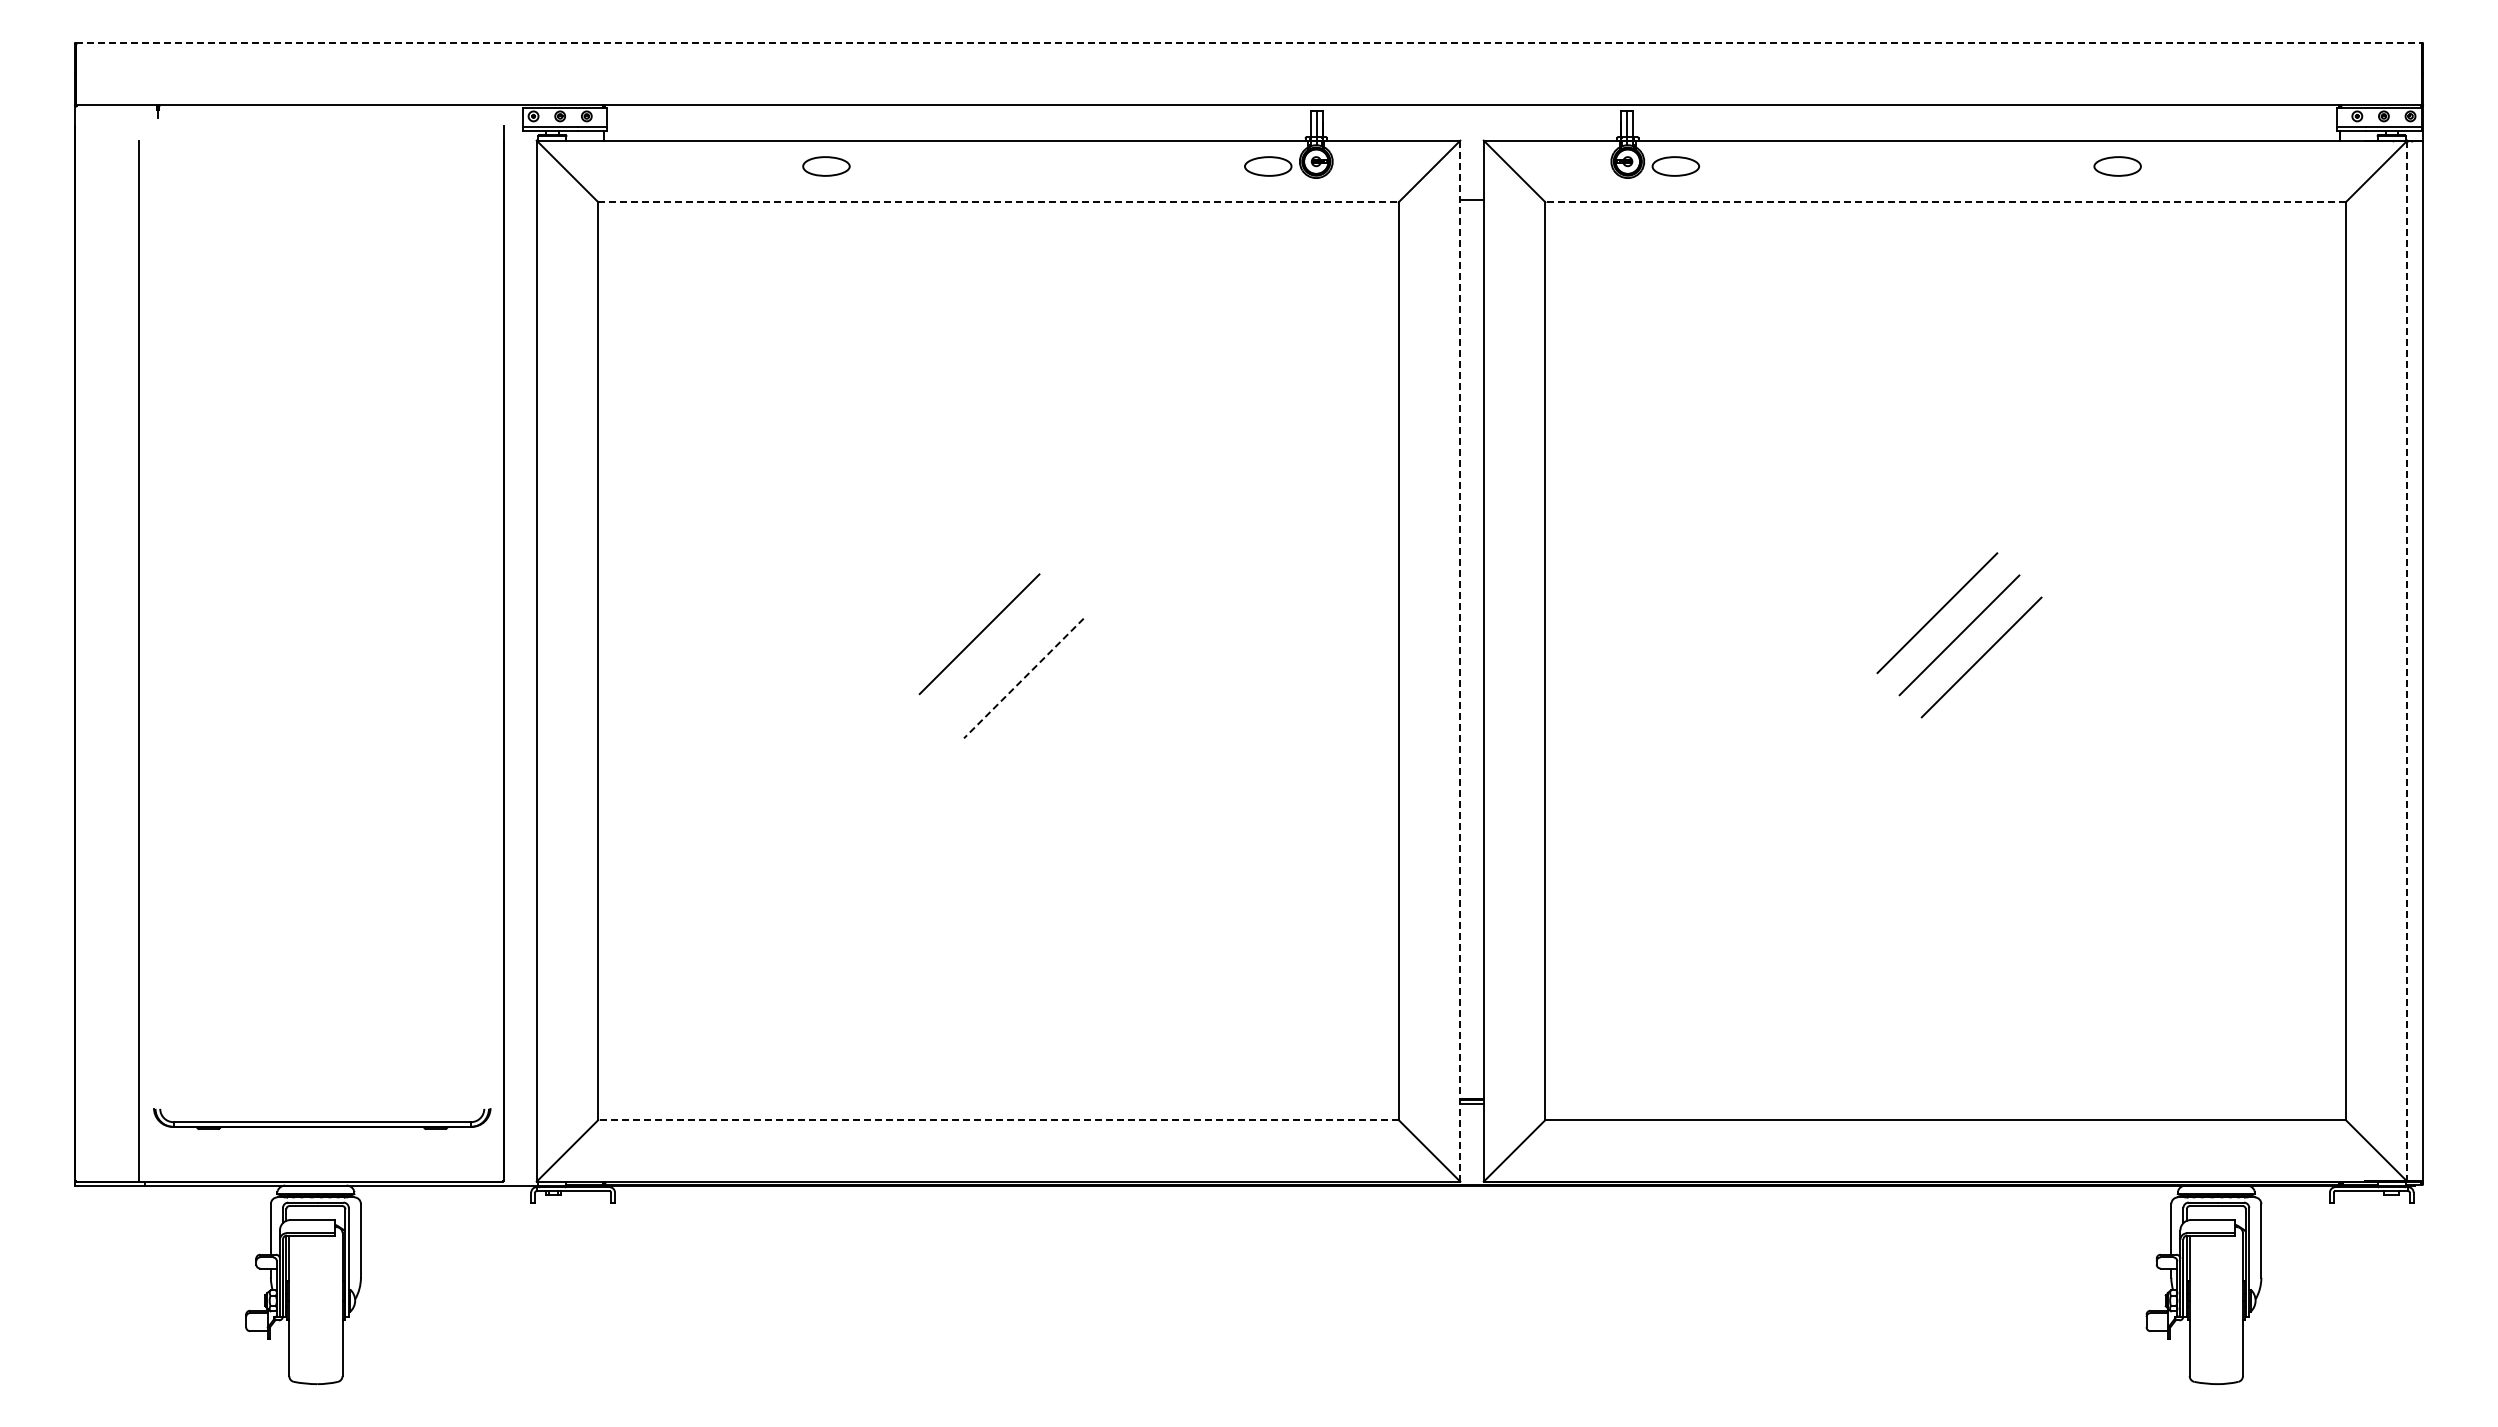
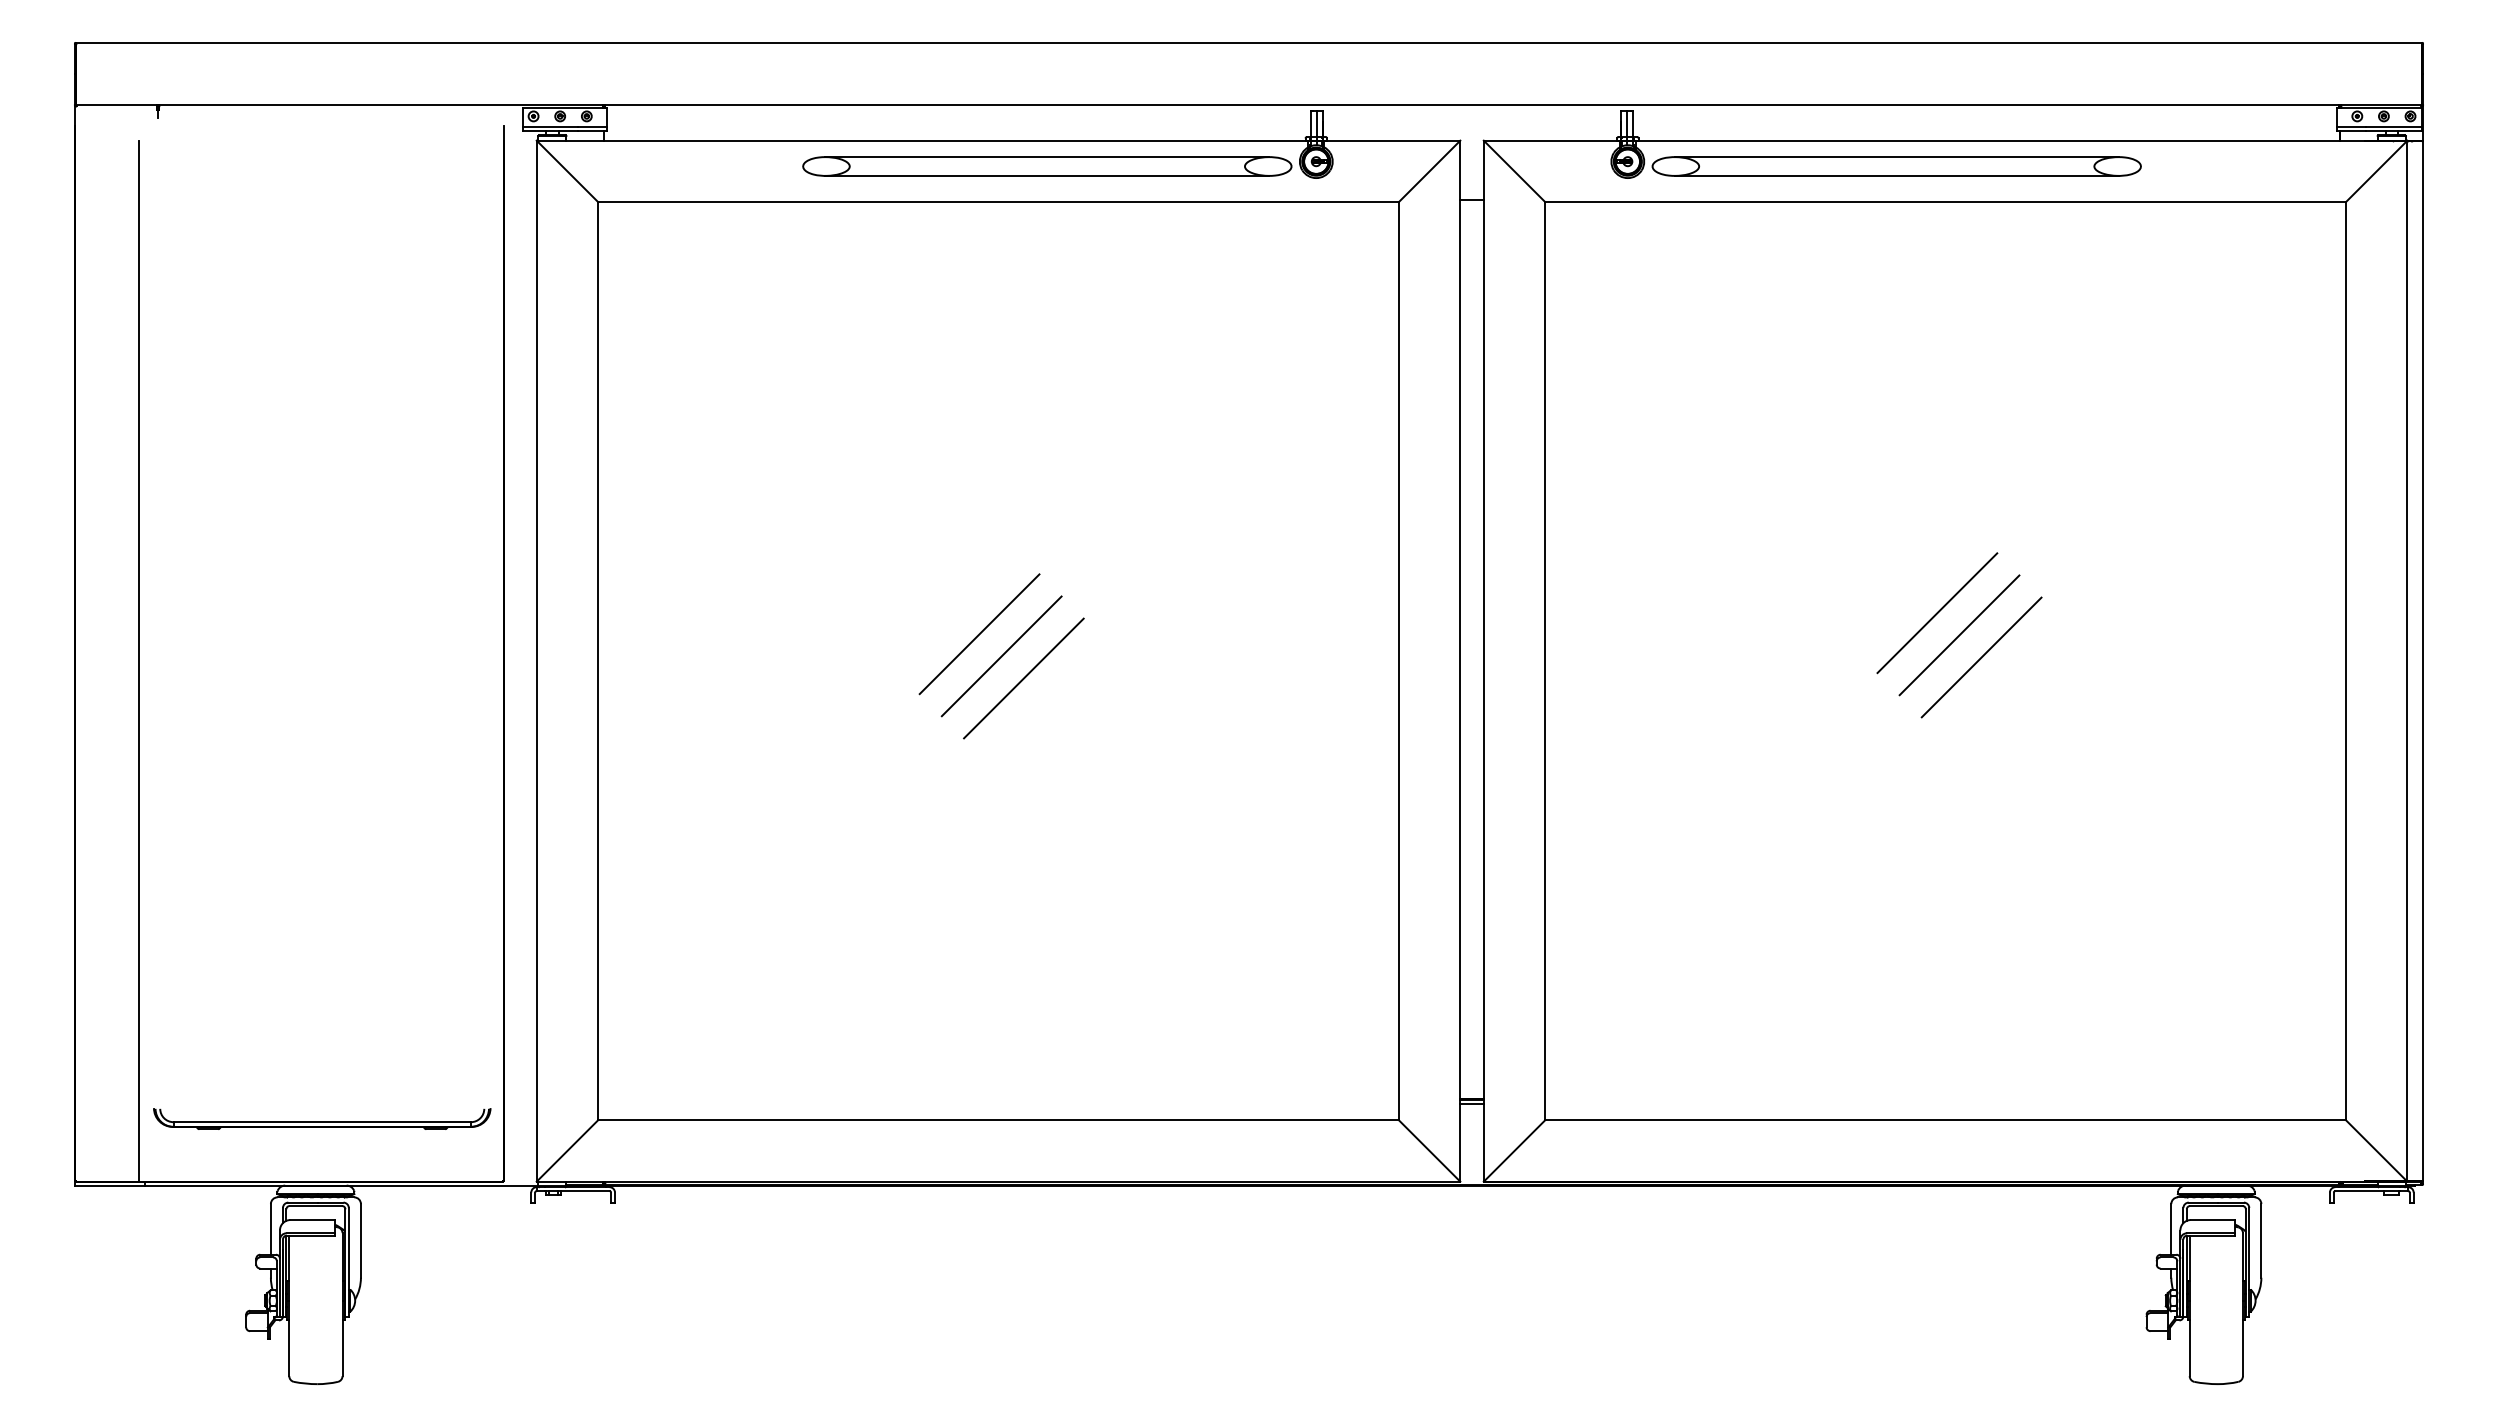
line at (1249, 42): dashed -> solid
line at (1047, 157): none -> present
line at (1896, 157): none -> present
line at (1047, 175): none -> present
line at (1896, 175): none -> present
line at (999, 202): dashed -> solid
line at (1945, 202): dashed -> solid
line at (1001, 656): none -> present
line at (1460, 660): dashed -> solid
line at (2407, 660): dashed -> solid
line at (1023, 678): dashed -> solid
line at (998, 1120): dashed -> solid
